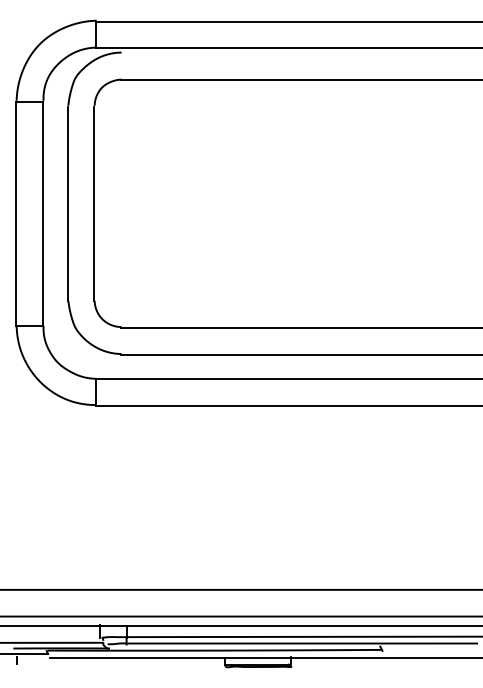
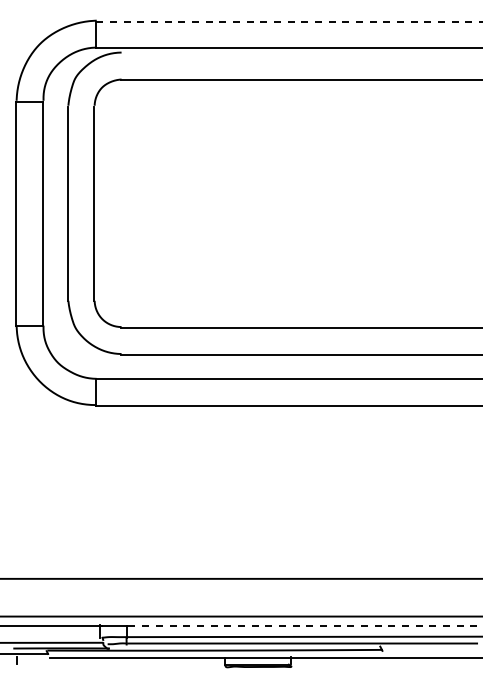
line at (289, 21): solid -> dashed
line at (240, 589) position: (240, 589) -> (240, 578)
line at (304, 625): solid -> dashed
